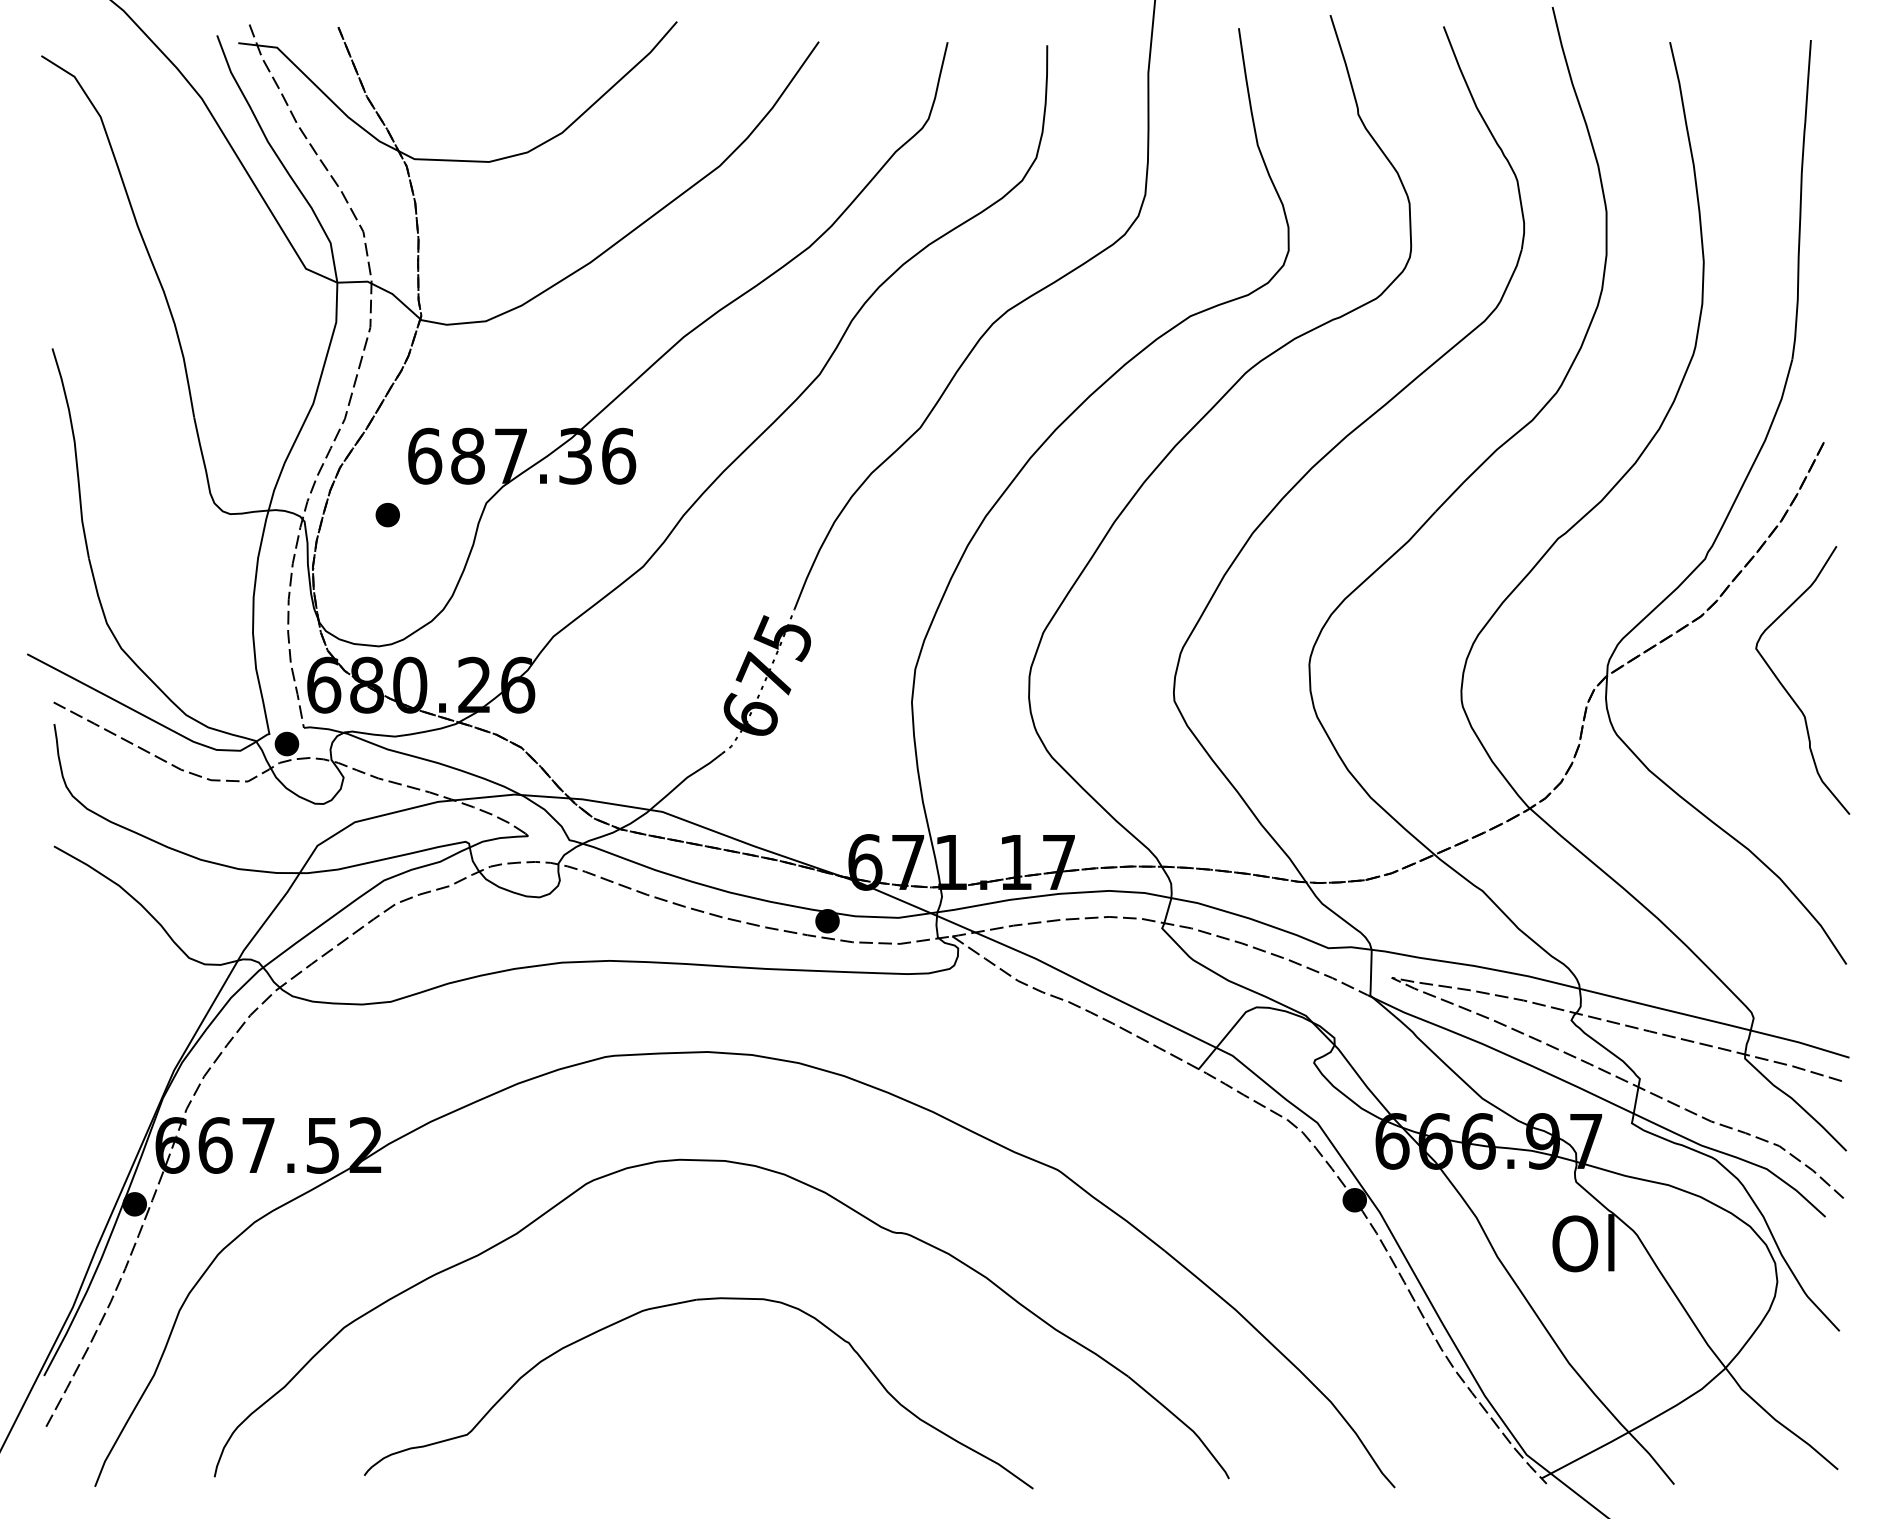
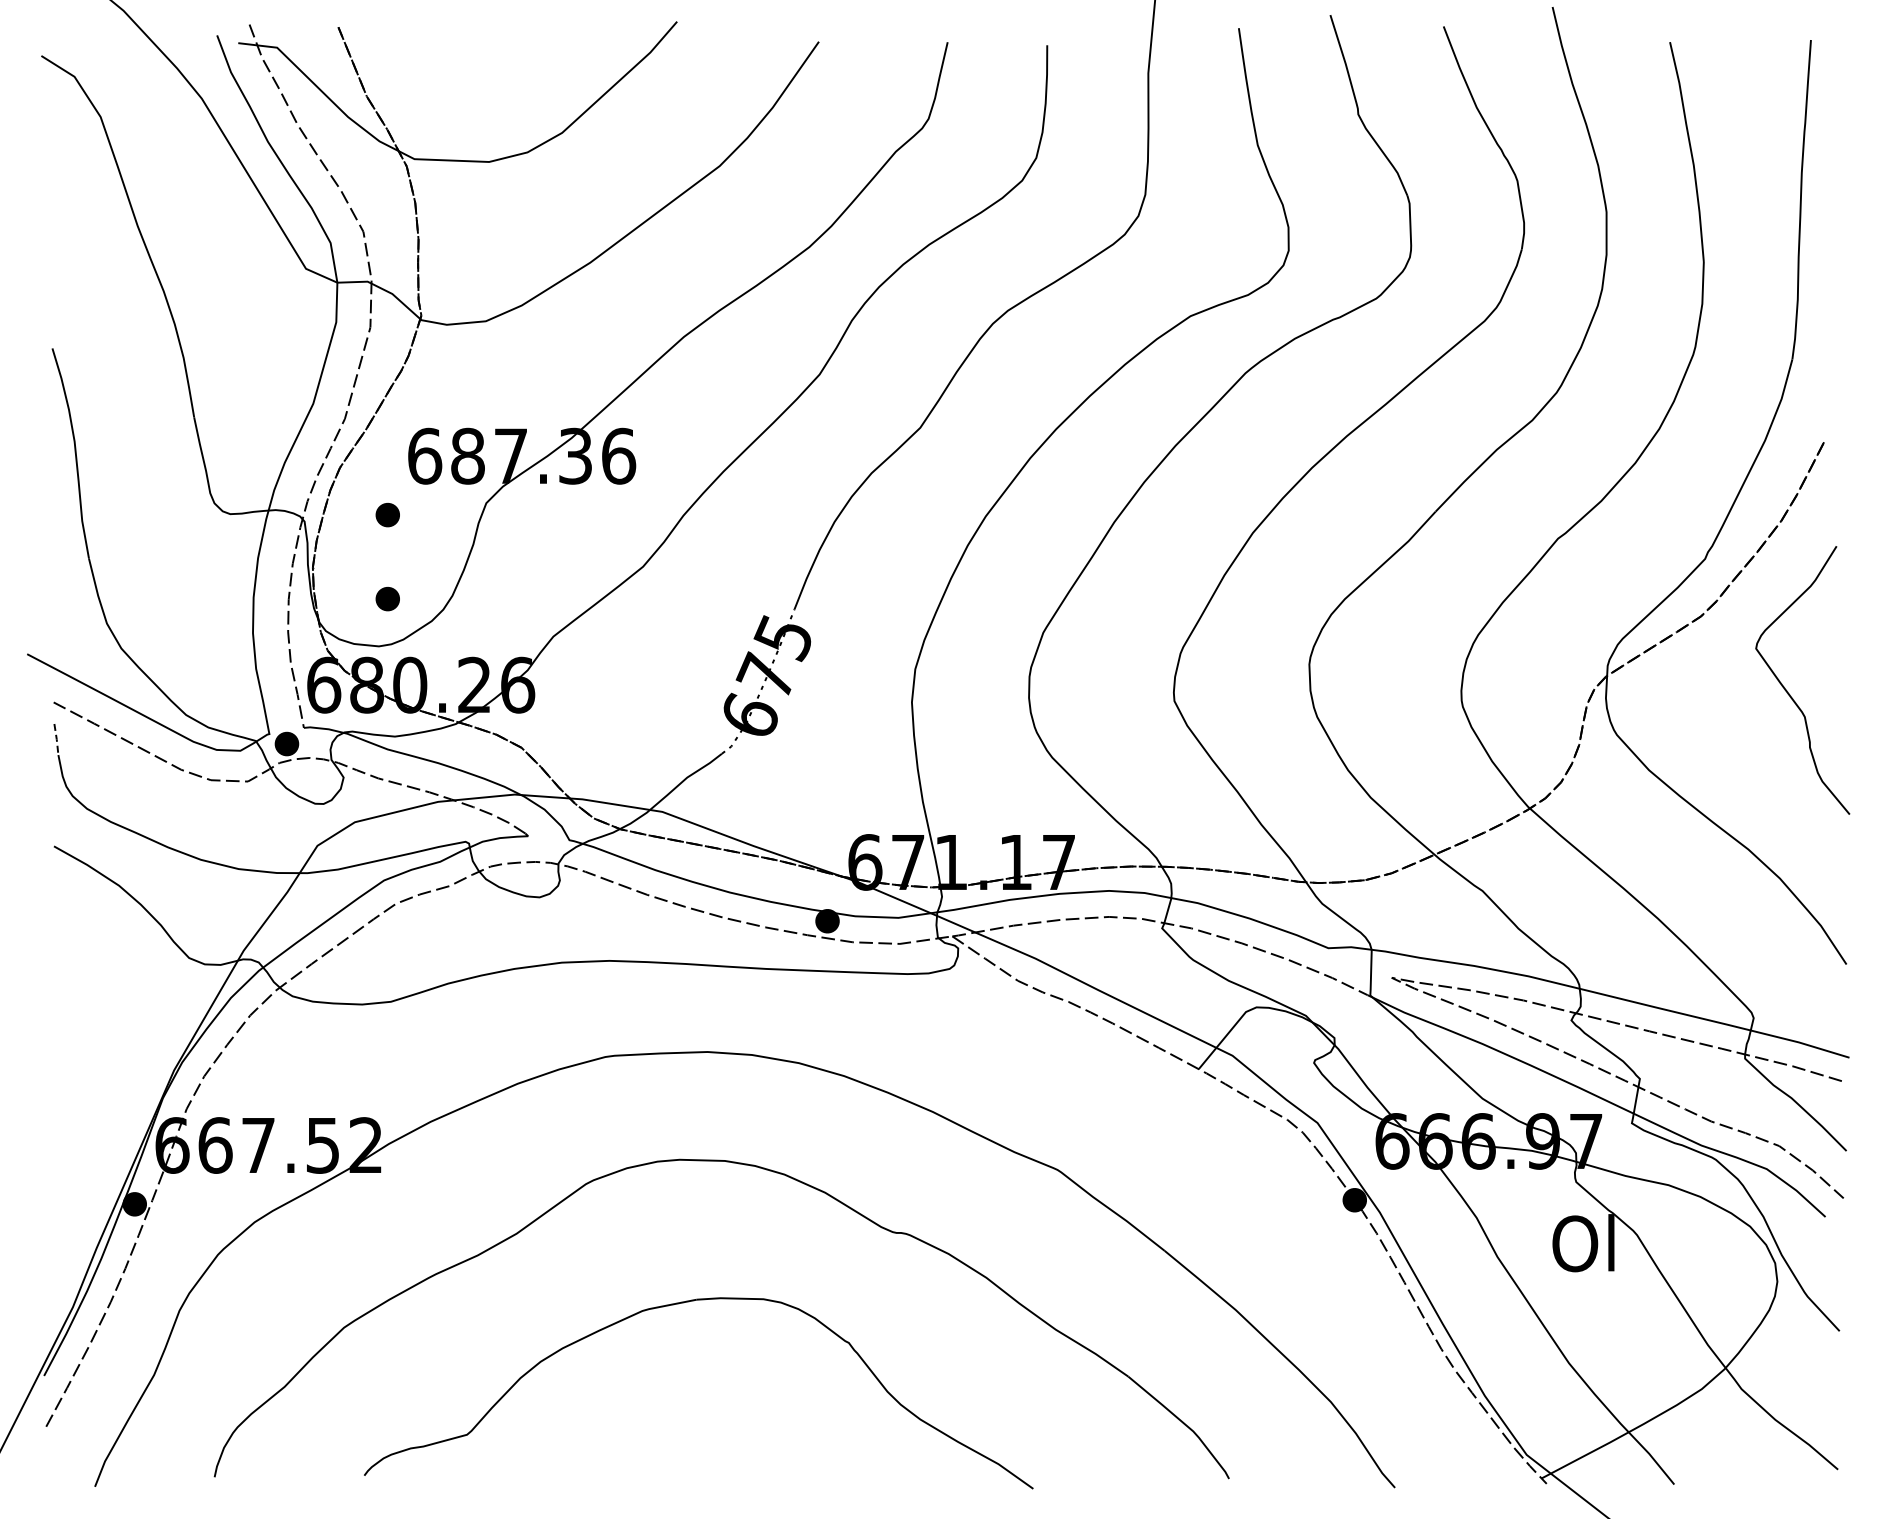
part at (387, 599): none -> present
line at (56, 739): solid -> dashed
